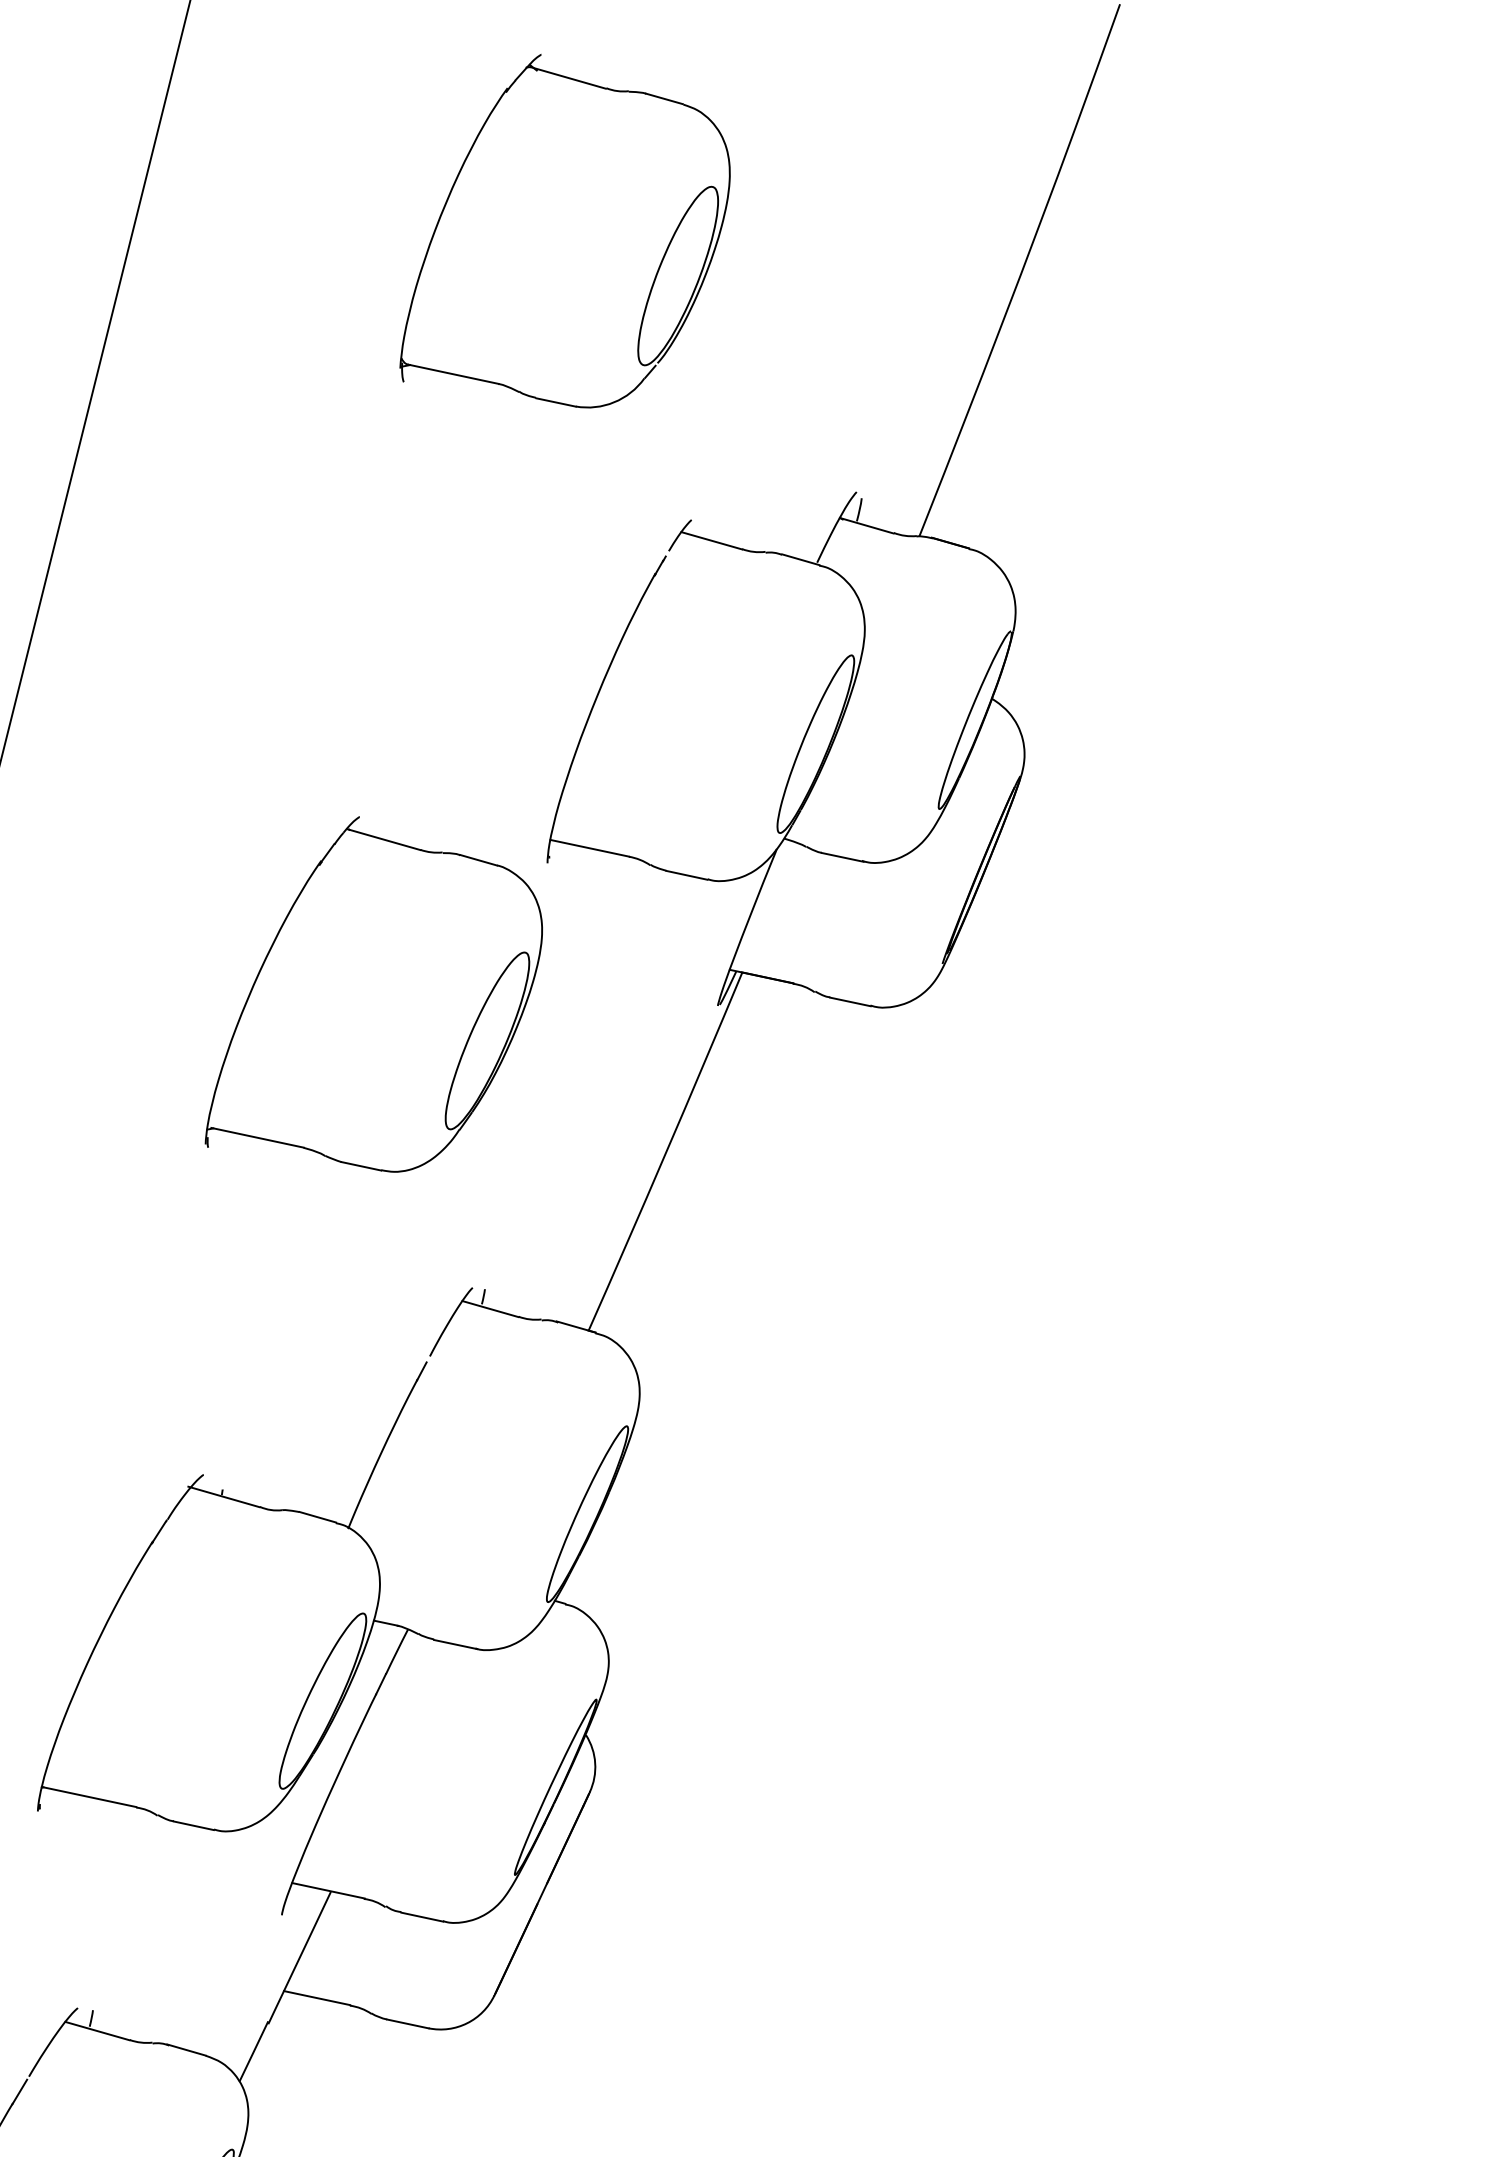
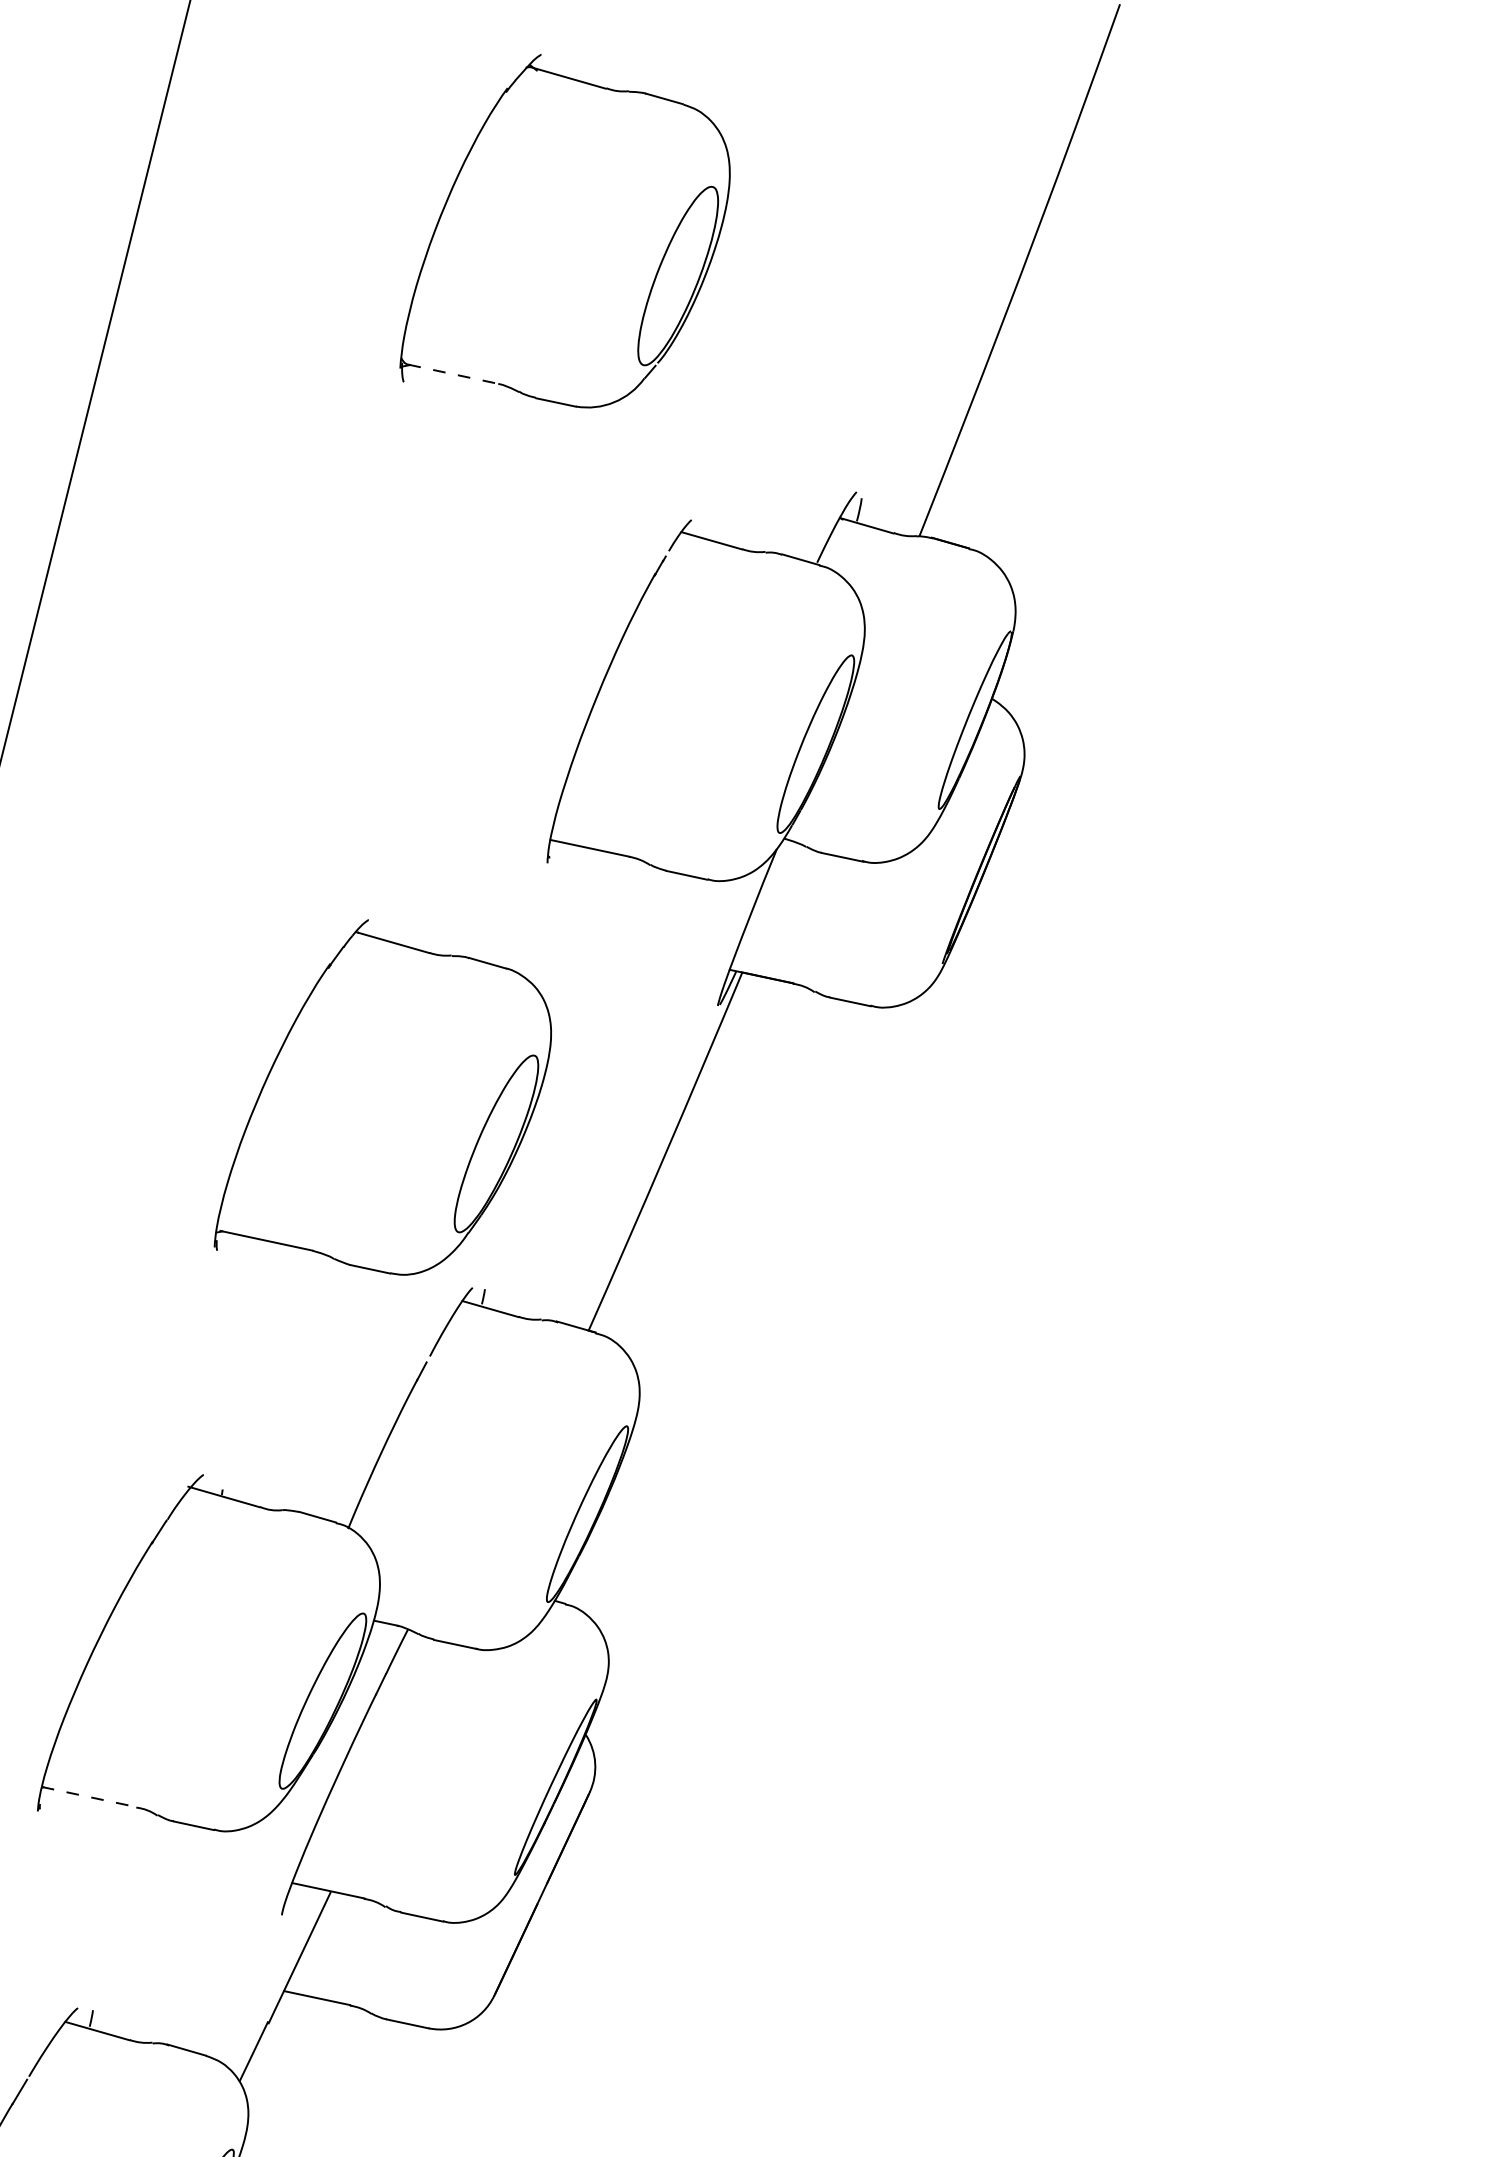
line at (454, 374): solid -> dashed
part at (373, 994) position: (373, 994) -> (382, 1097)
line at (89, 1797): solid -> dashed
